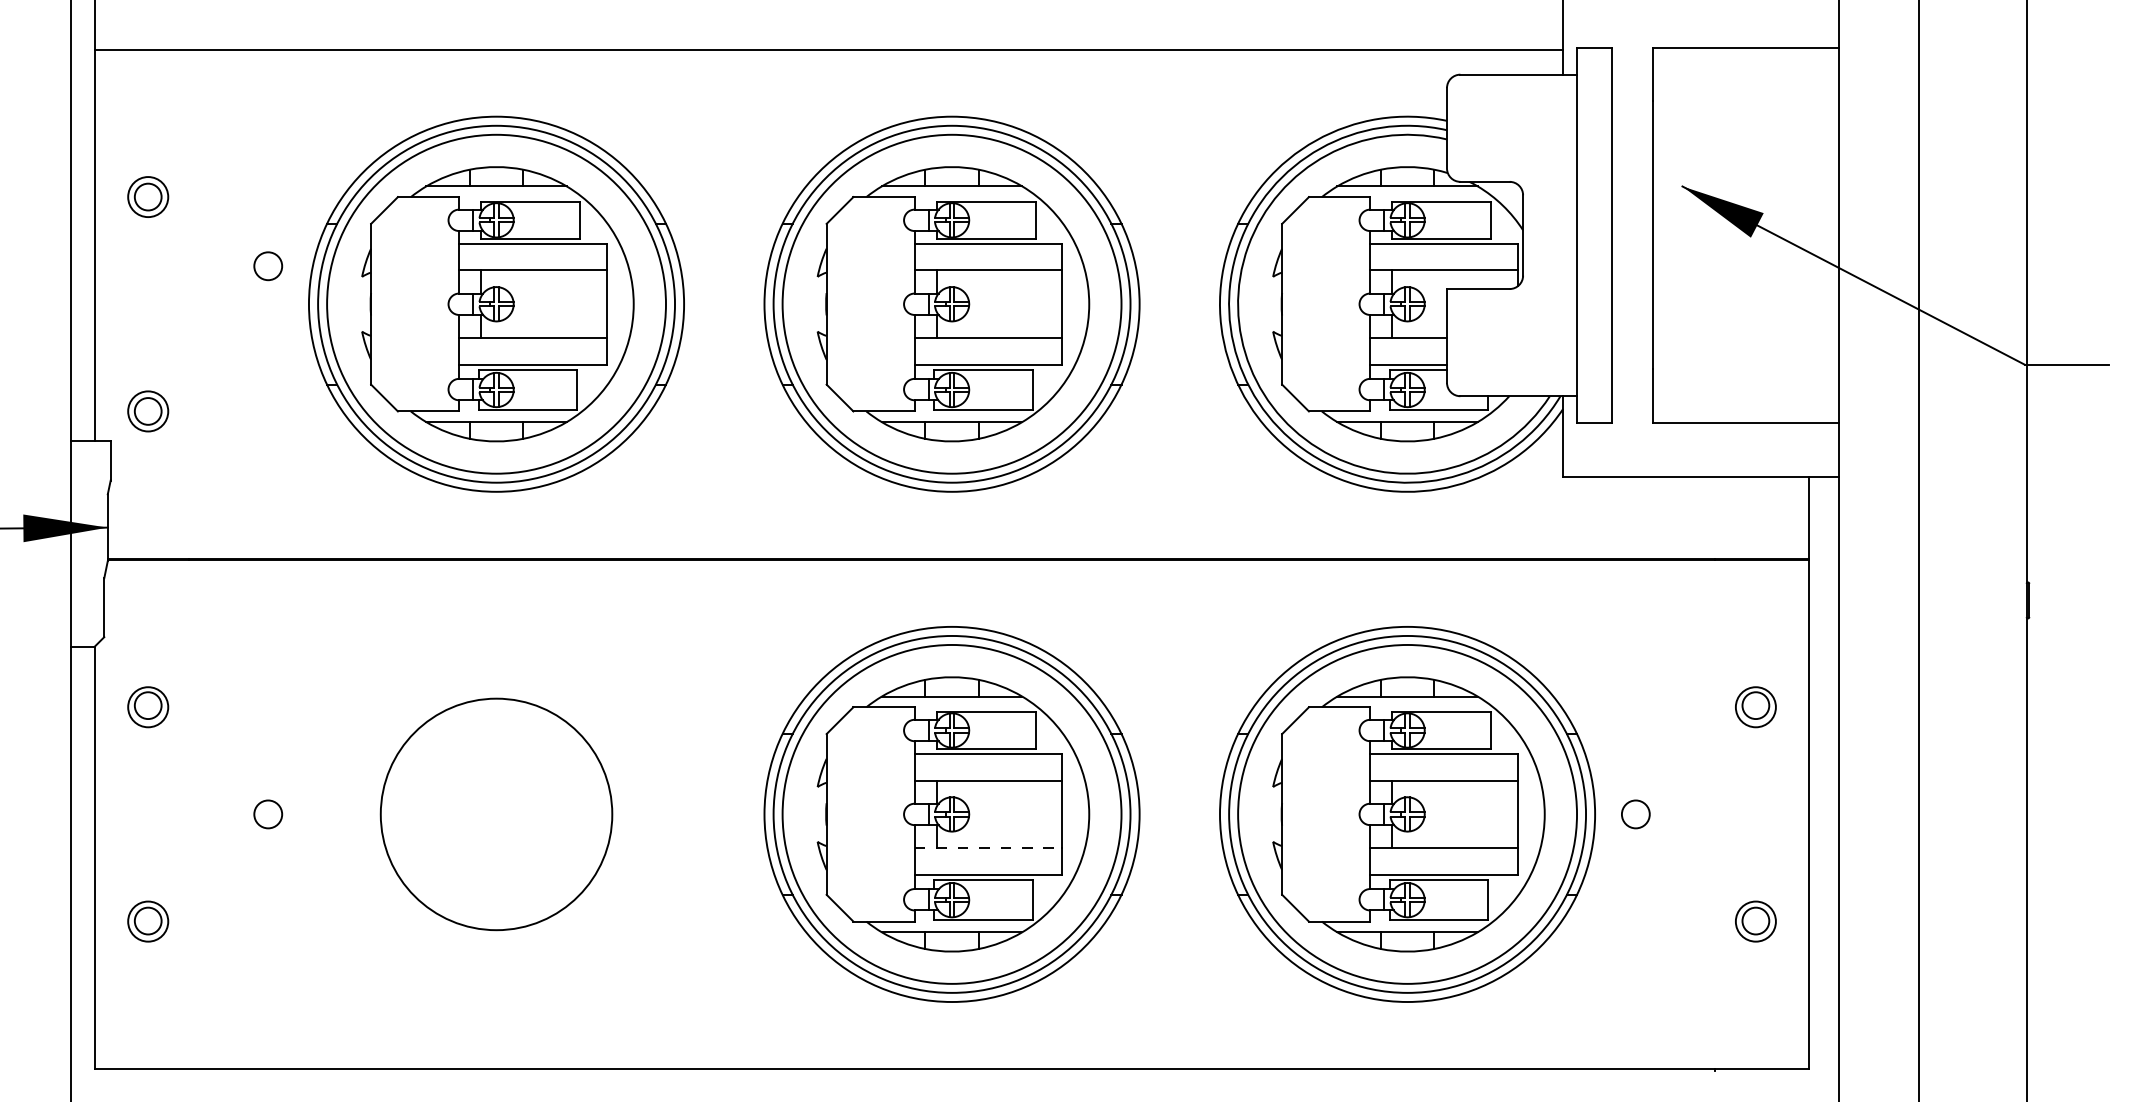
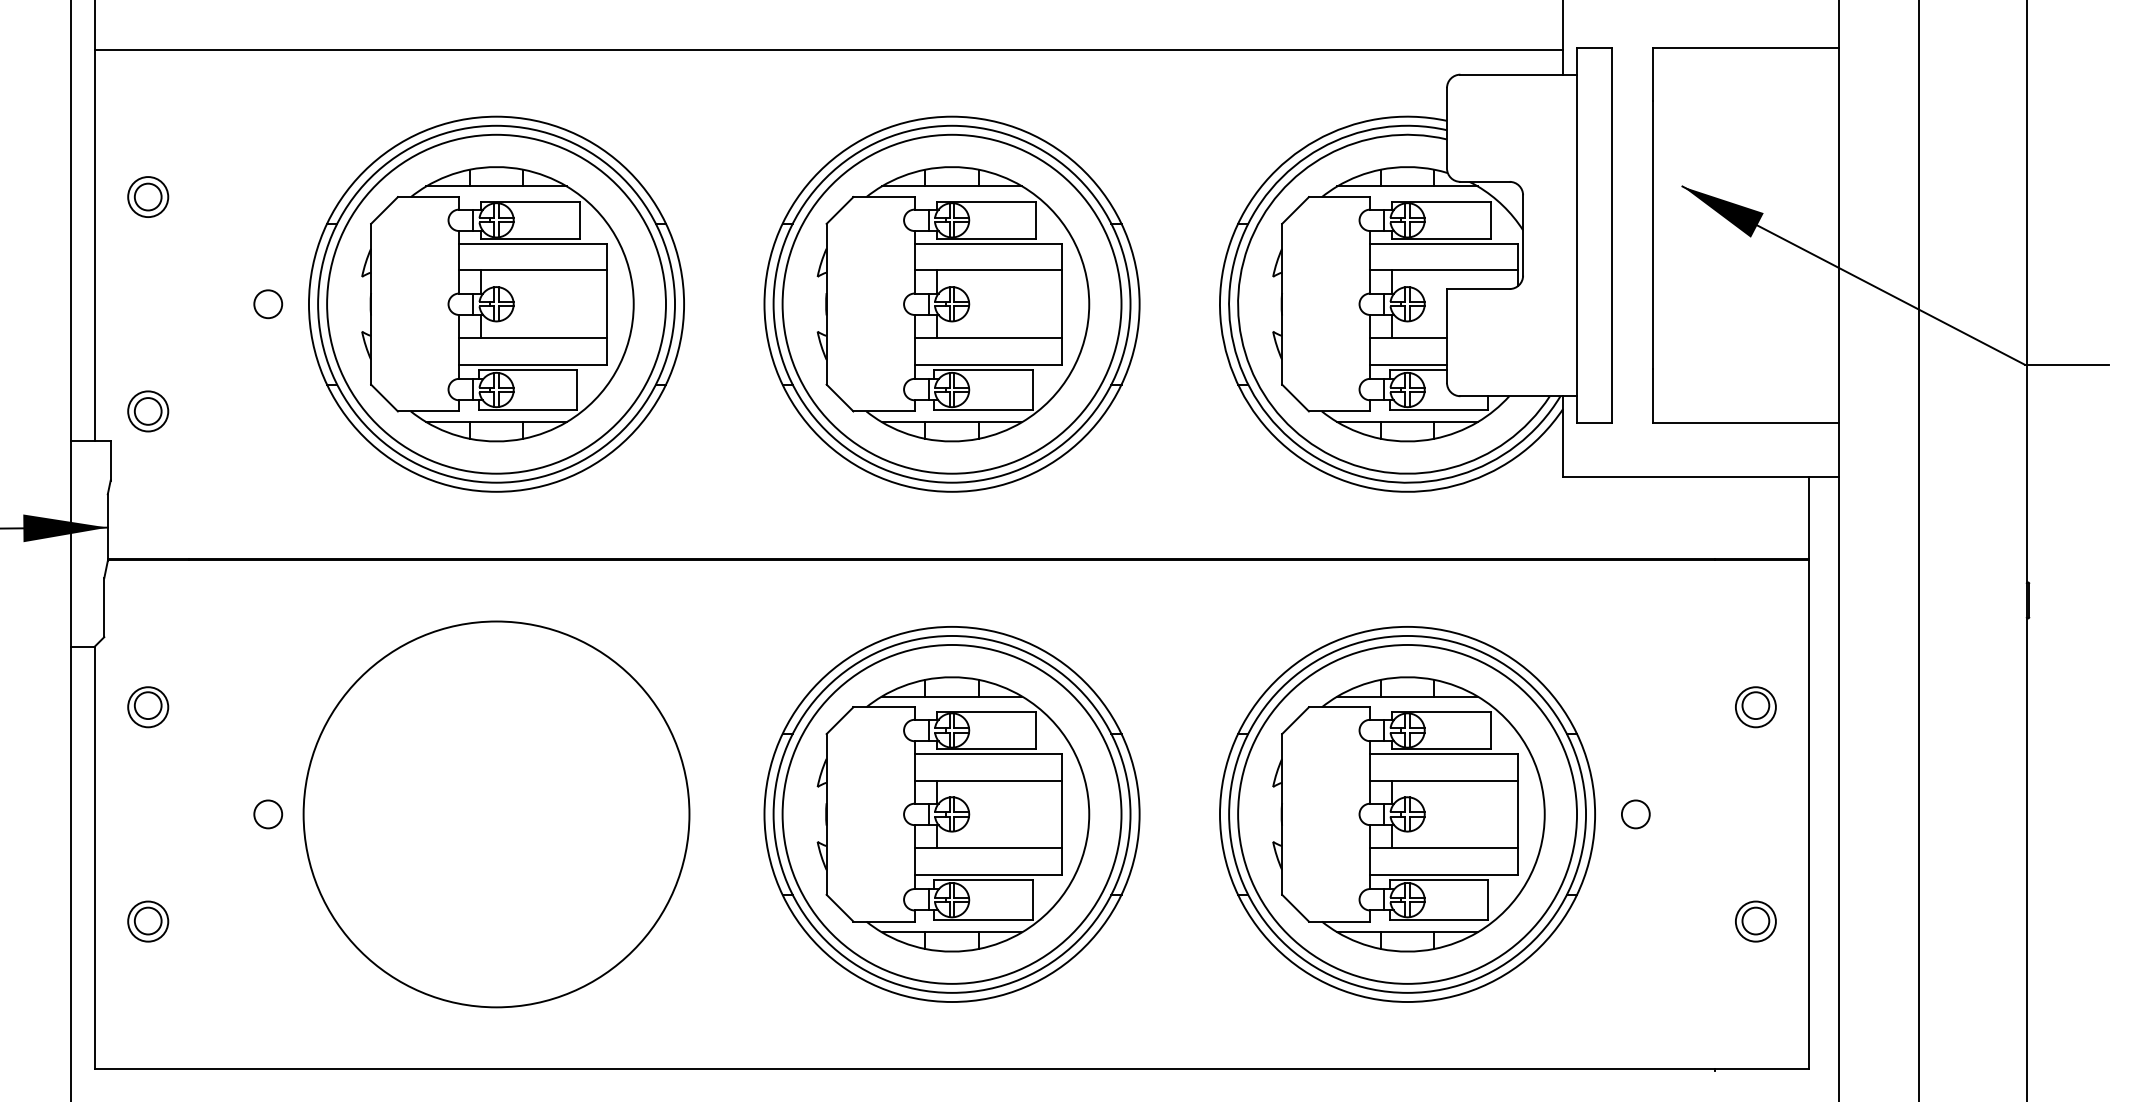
circle at (268, 266) position: (268, 266) -> (268, 304)
circle at (496, 814) diameter: 232 px -> 386 px
line at (988, 848): dashed -> solid
